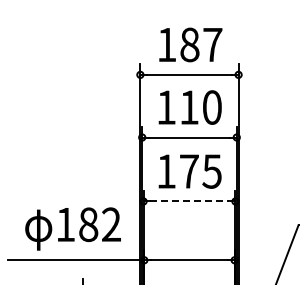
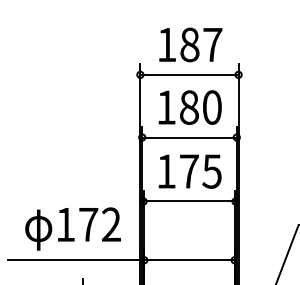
text at (189, 107): 110 -> 180
line at (189, 201): dashed -> solid
text at (88, 224): 182 -> 172
